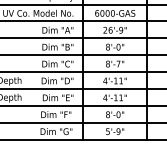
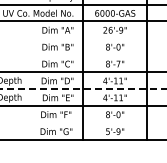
line at (82, 38): present -> none
line at (82, 55): present -> none
line at (83, 89): solid -> dashed
line at (82, 122): present -> none
